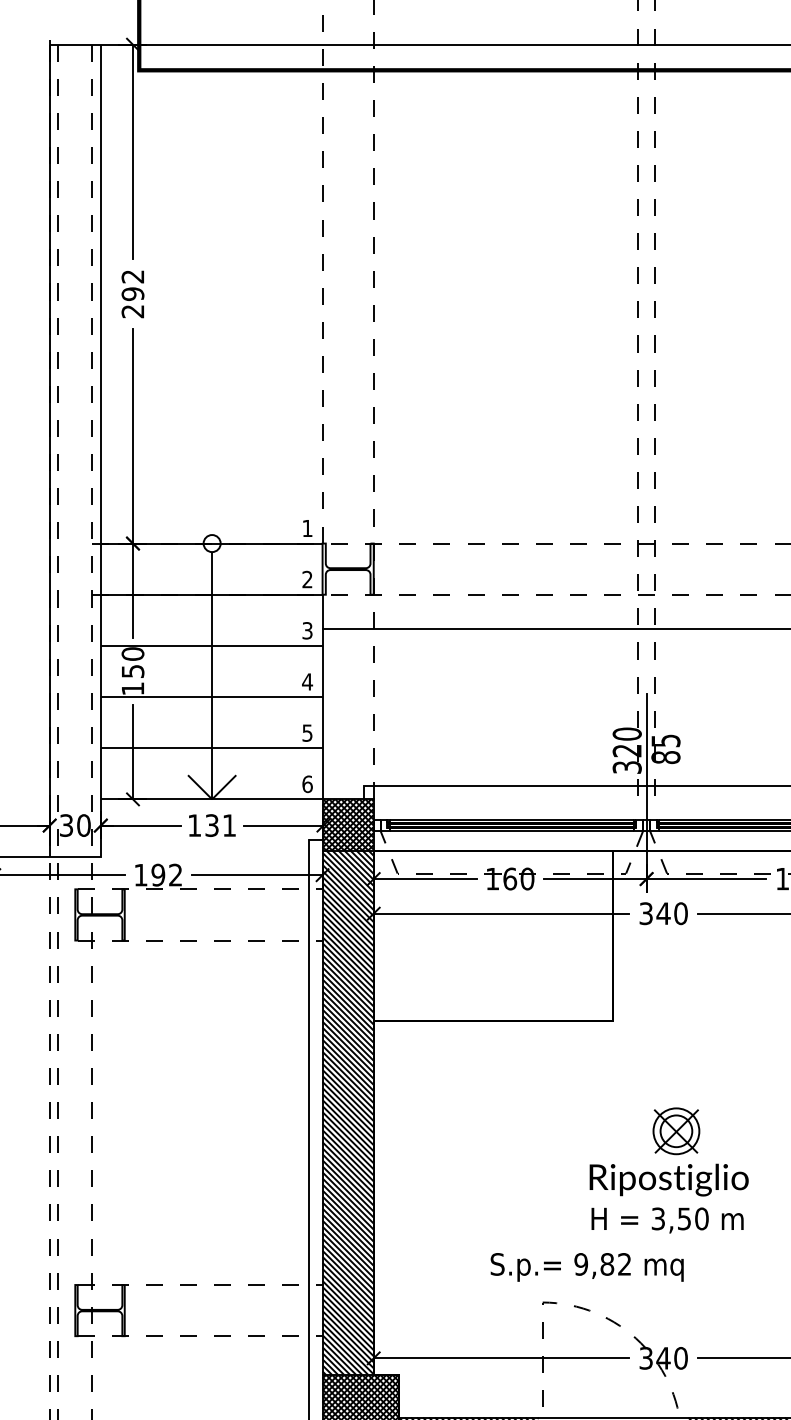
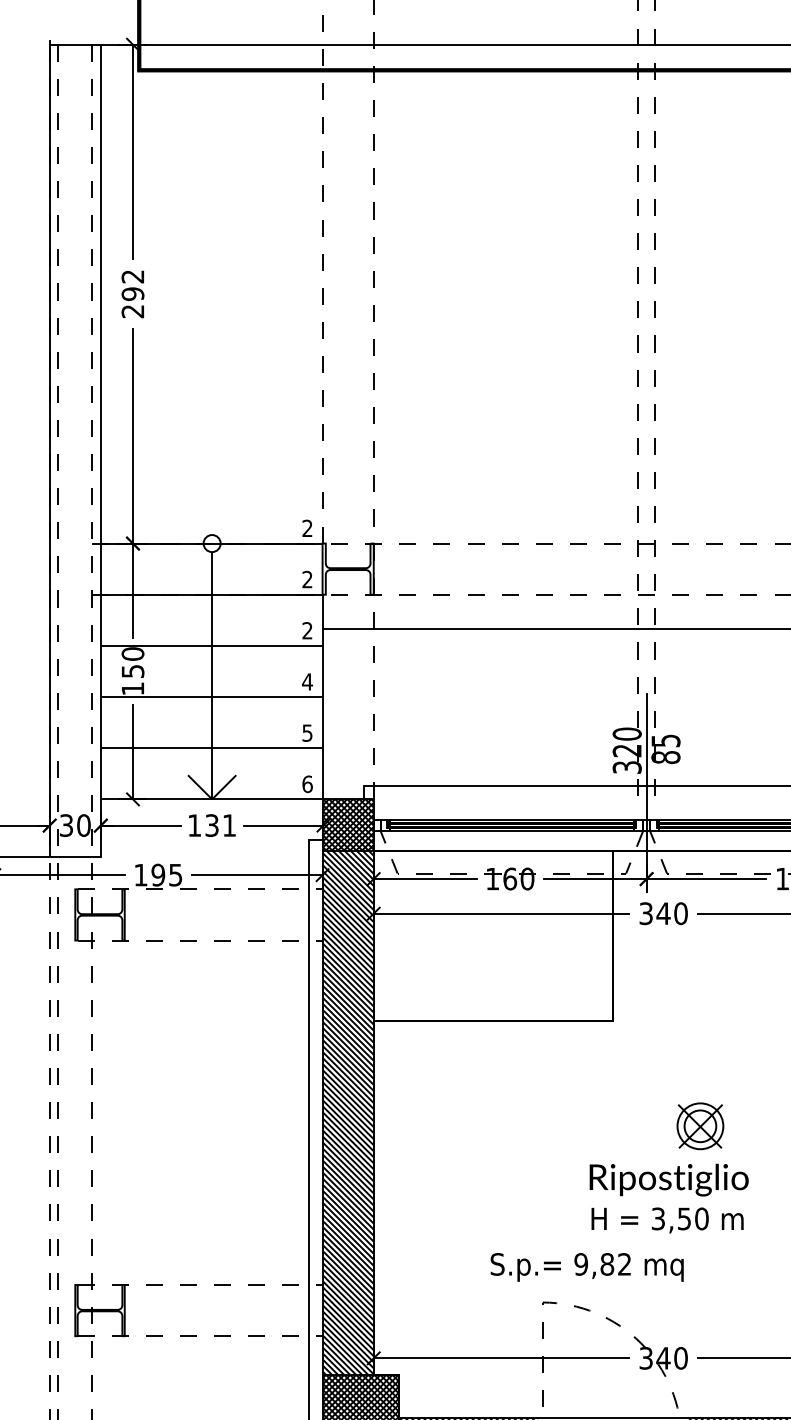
text at (307, 527): 1 -> 2
text at (307, 630): 3 -> 2
text at (175, 874): 192 -> 195
part at (676, 1131) position: (676, 1131) -> (700, 1126)
